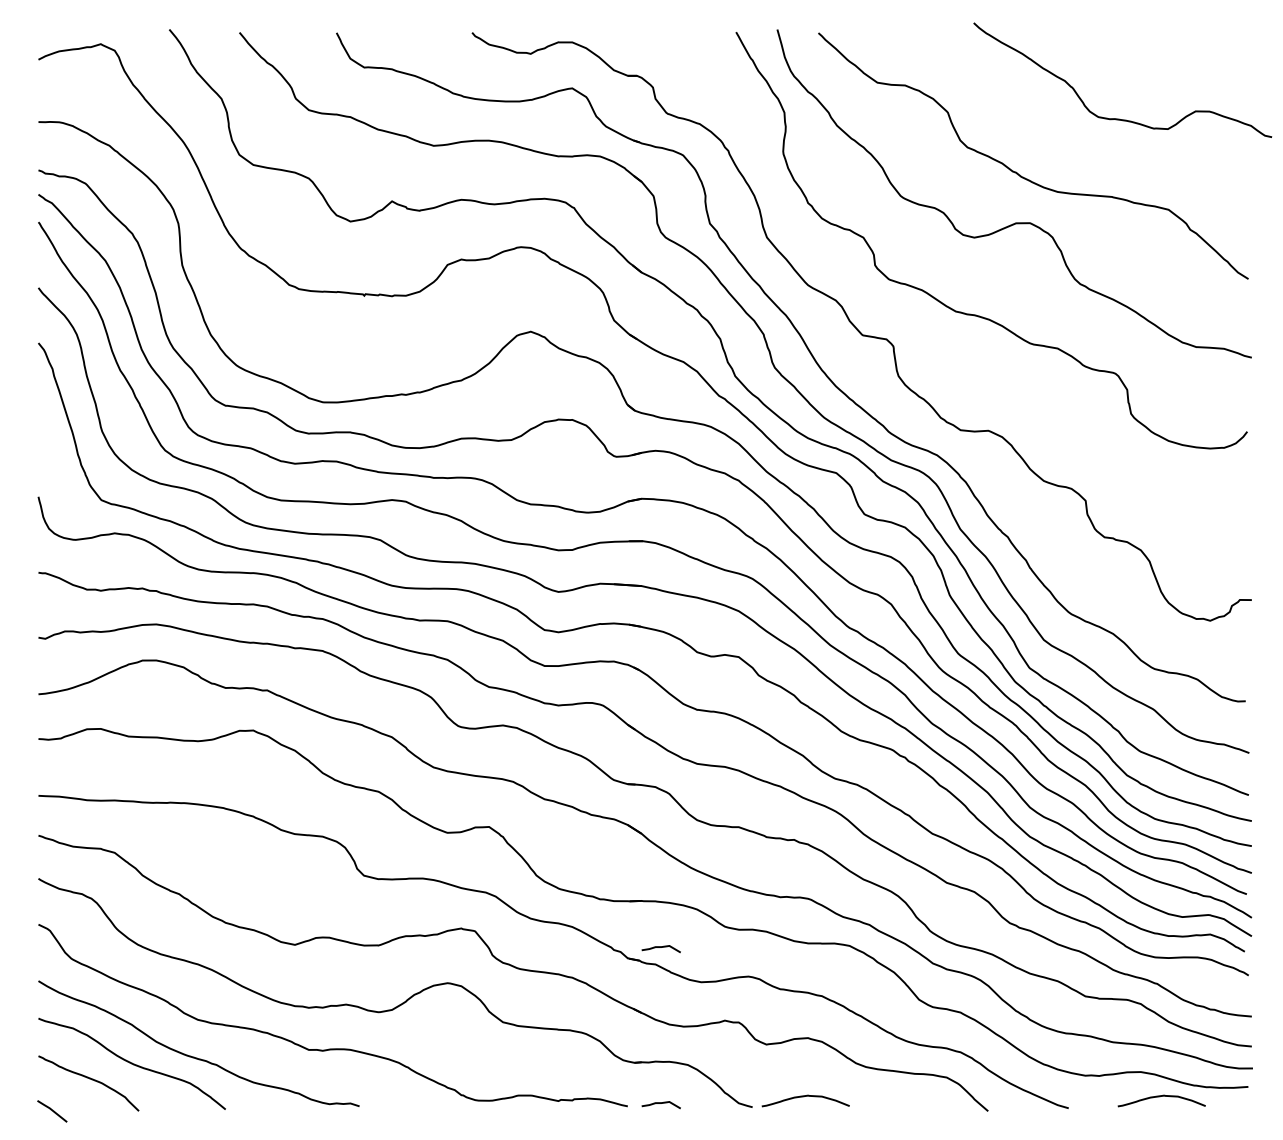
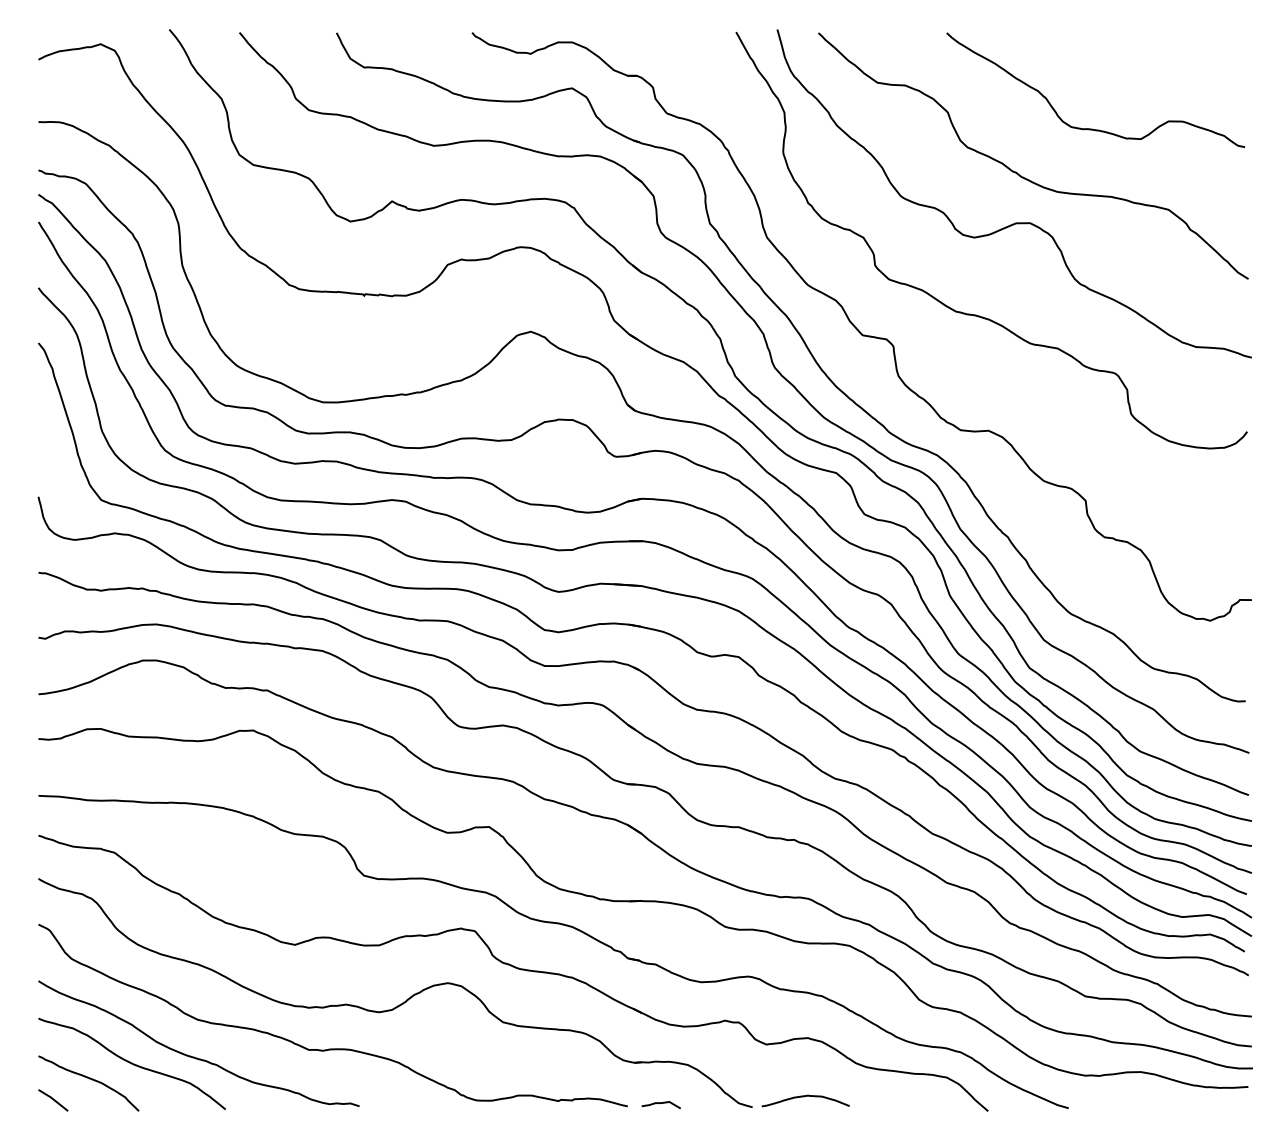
curve at (1119, 118) position: (1119, 118) -> (1092, 128)
curve at (660, 947): present -> none
curve at (1160, 1097): present -> none
line at (52, 1111) position: (52, 1111) -> (53, 1100)
